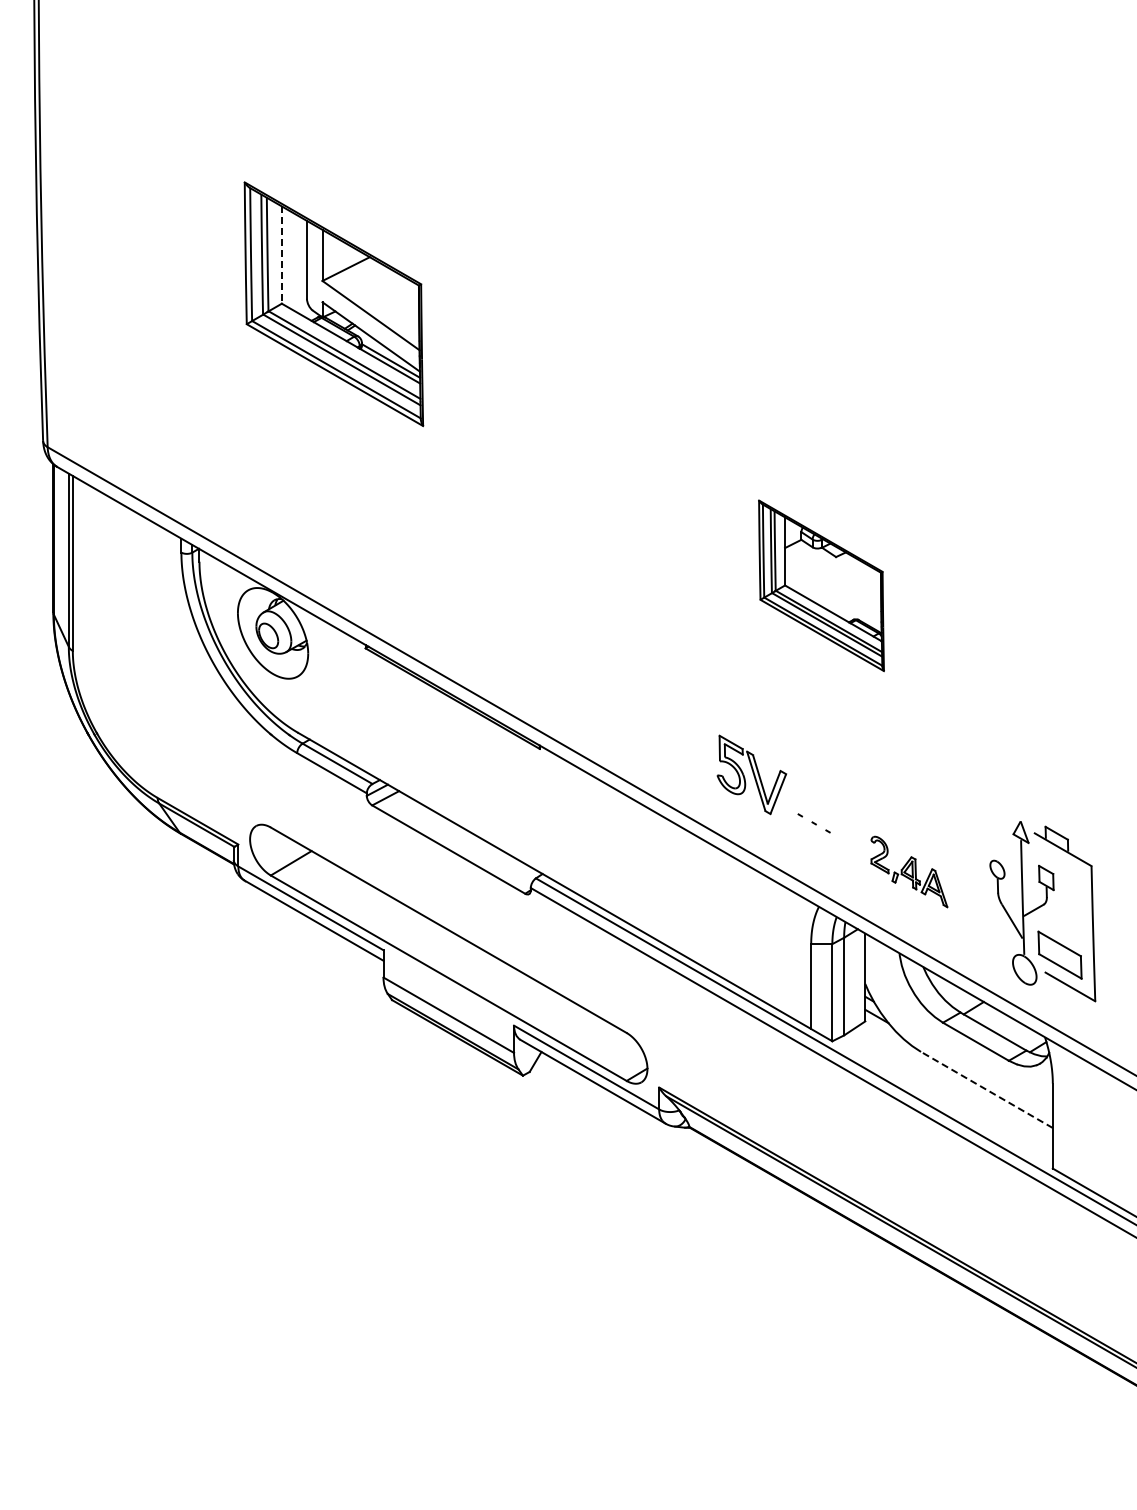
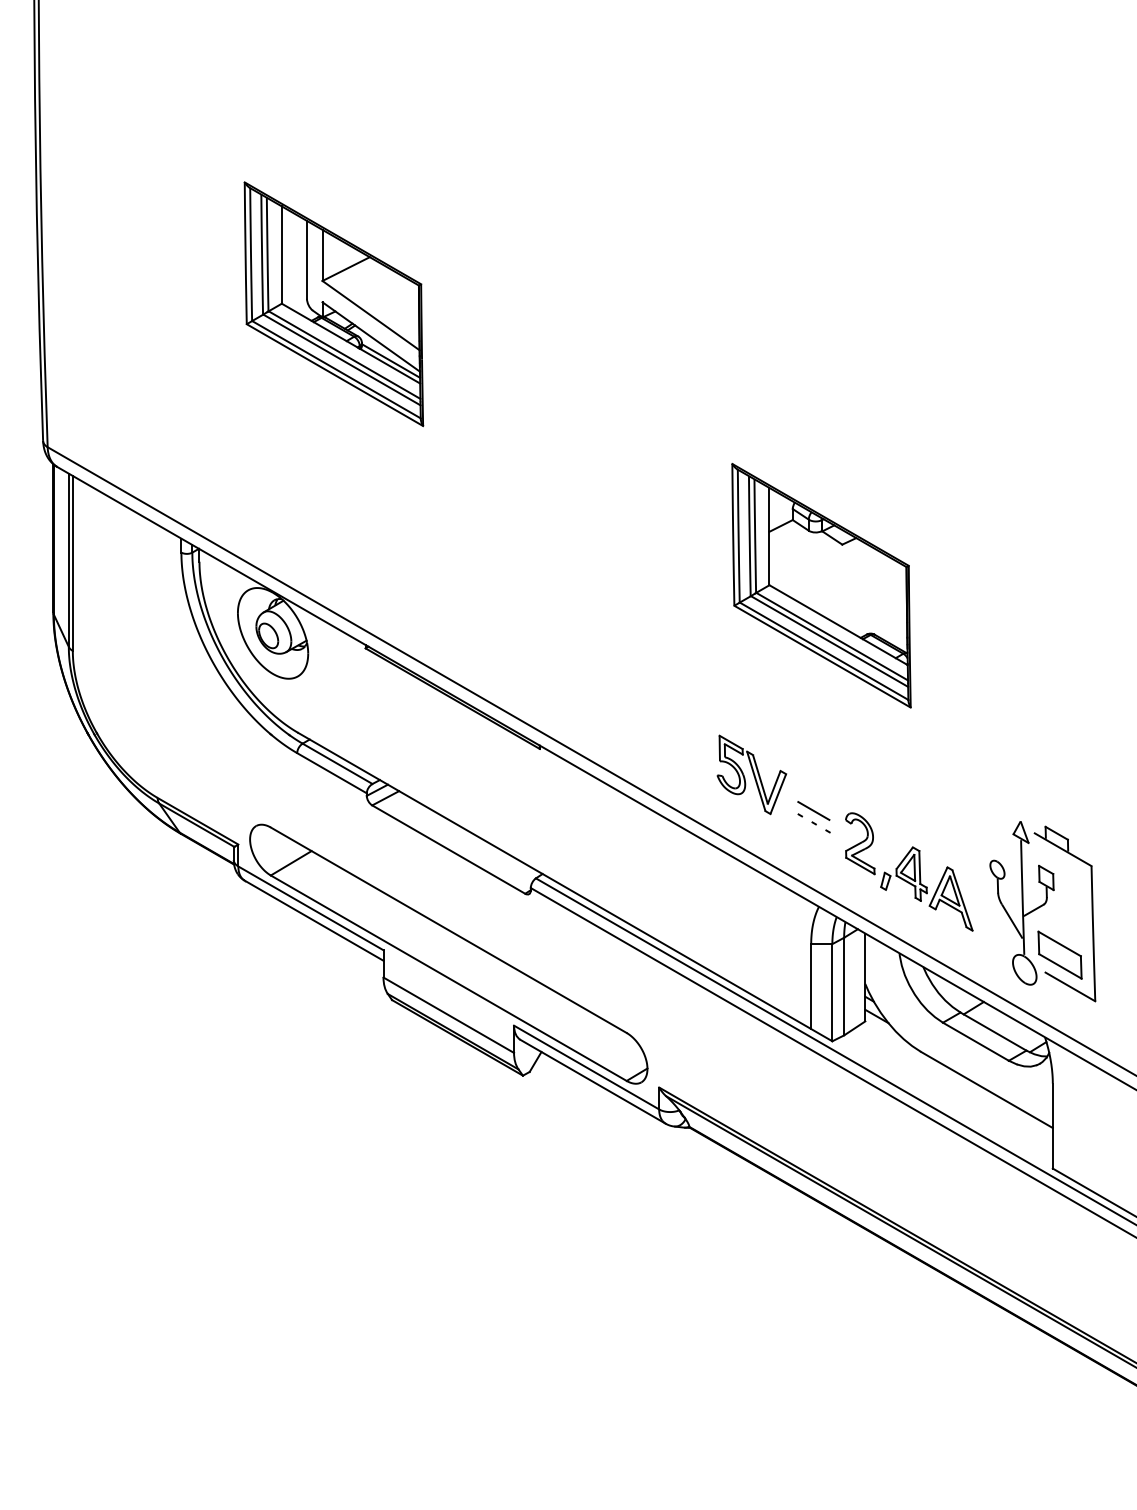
line at (281, 255): dashed -> solid
part at (821, 585) size: 127x174 px -> 181x246 px
line at (813, 810): none -> present
part at (909, 871) size: 79x74 px -> 129x120 px
line at (986, 1089): dashed -> solid
